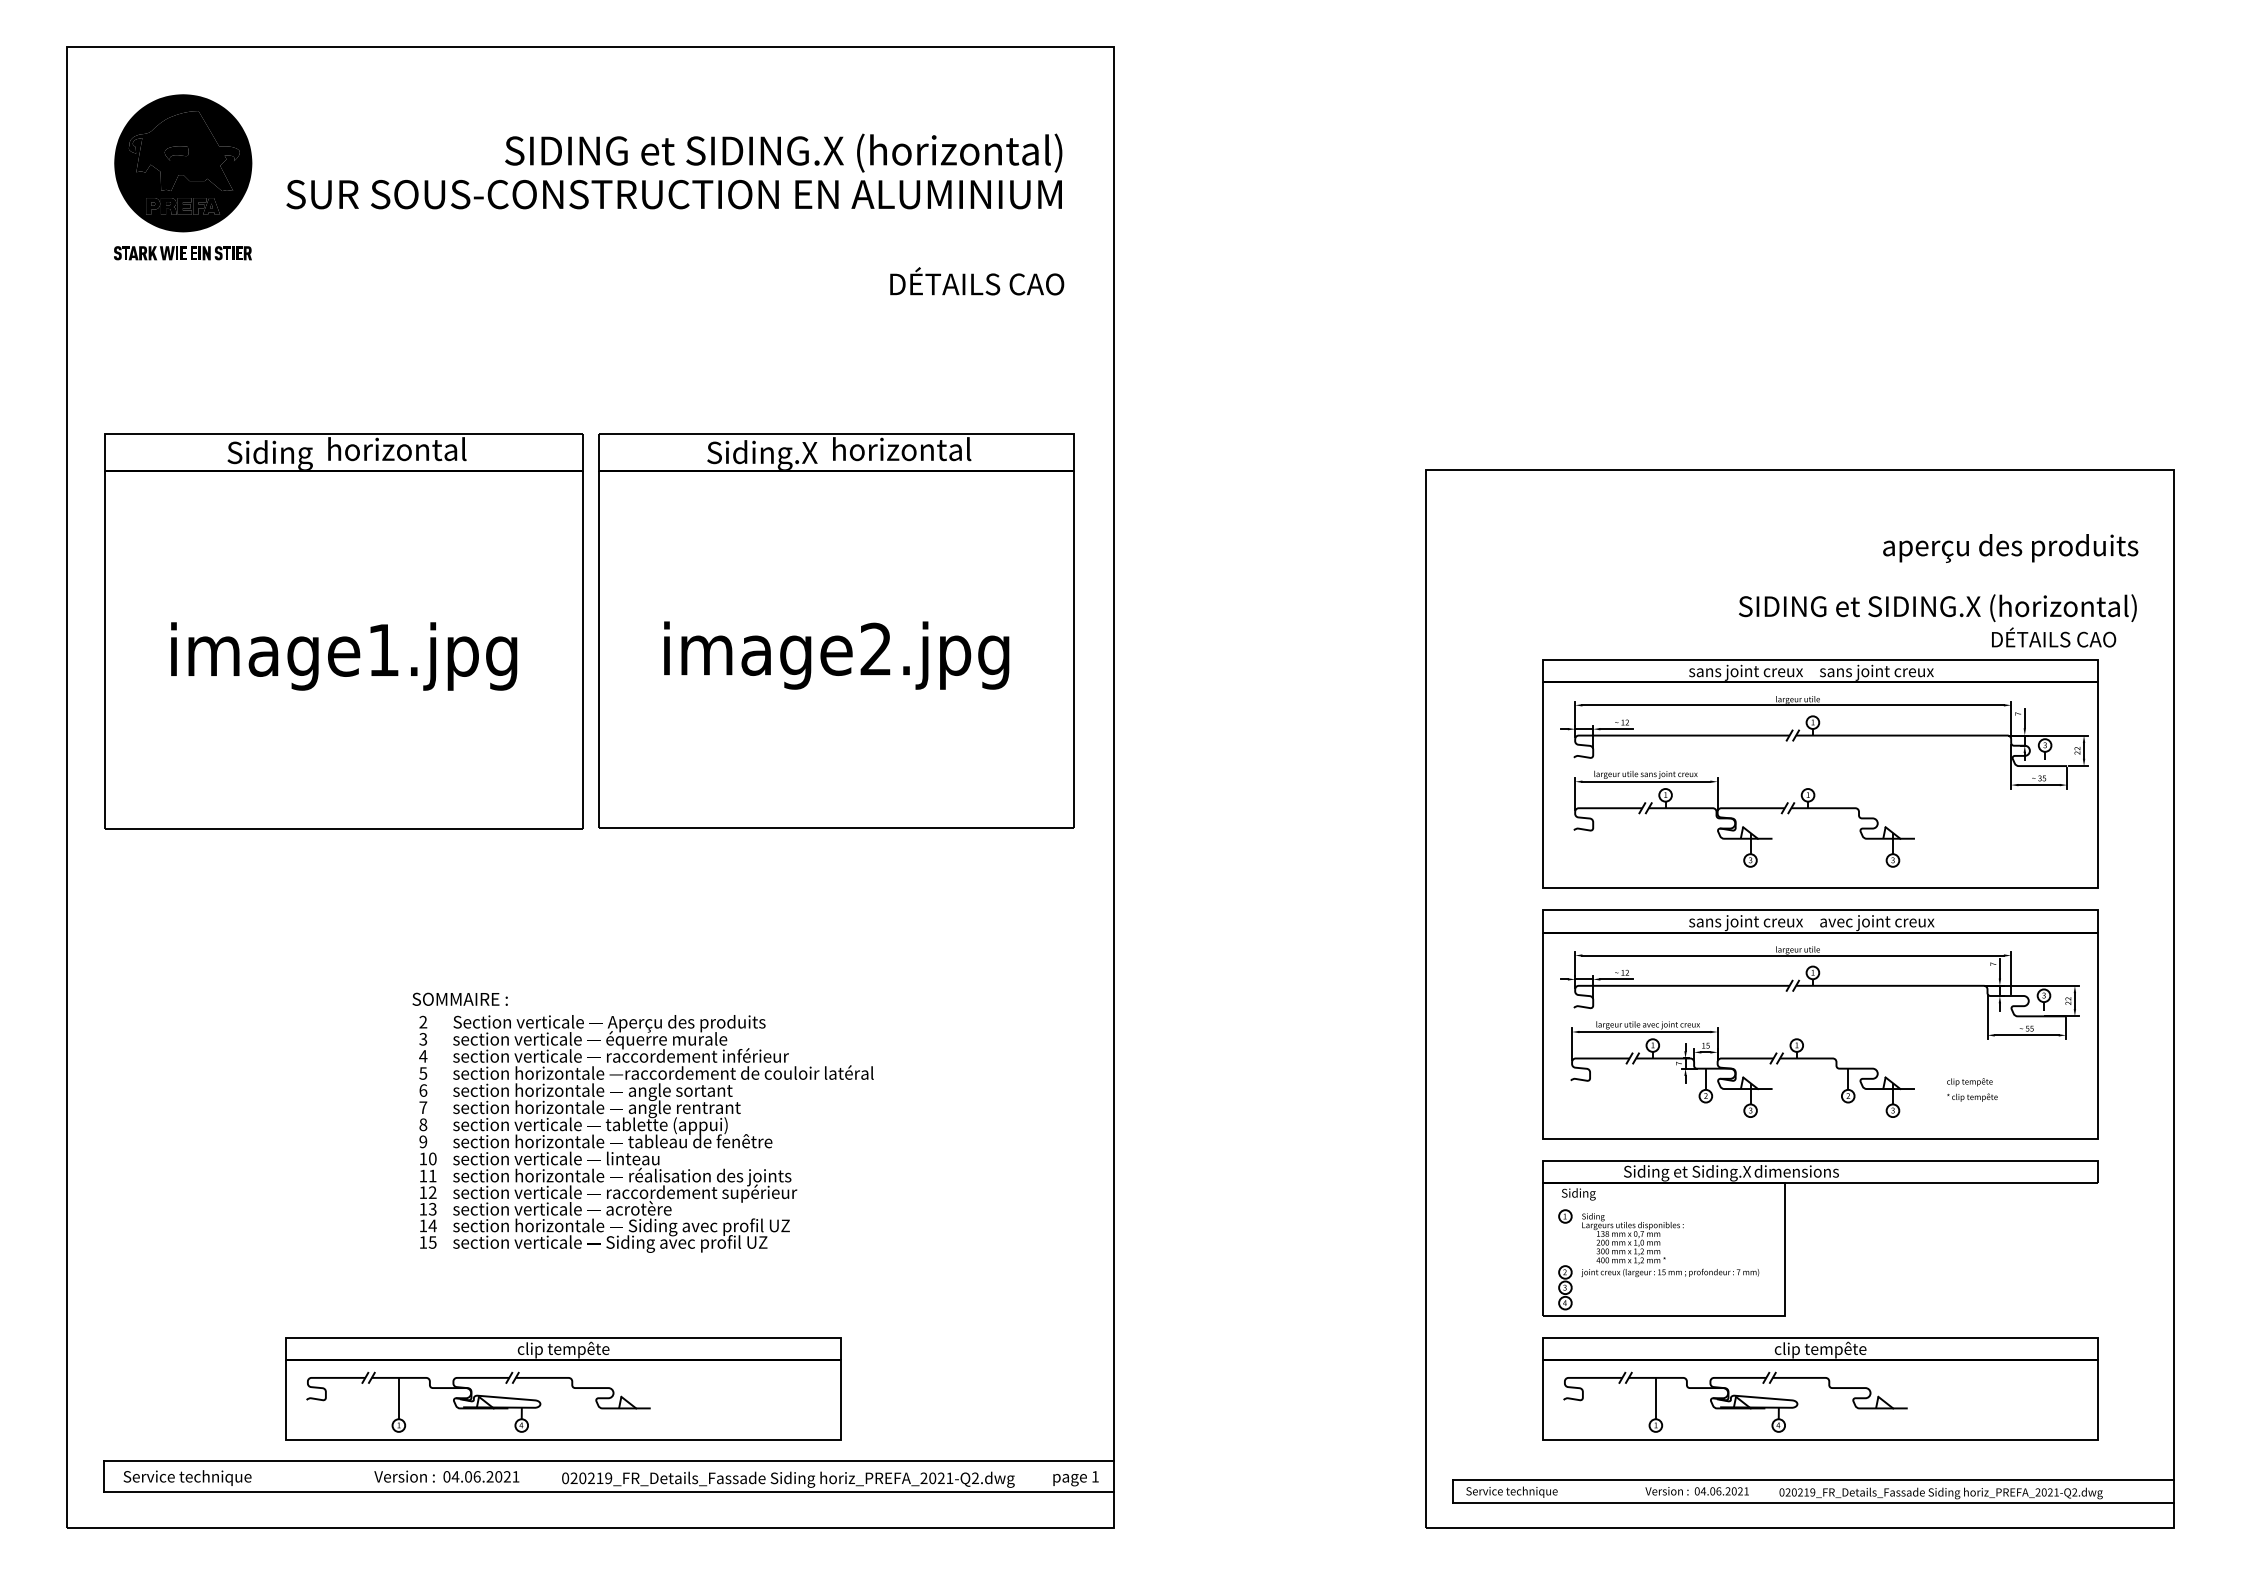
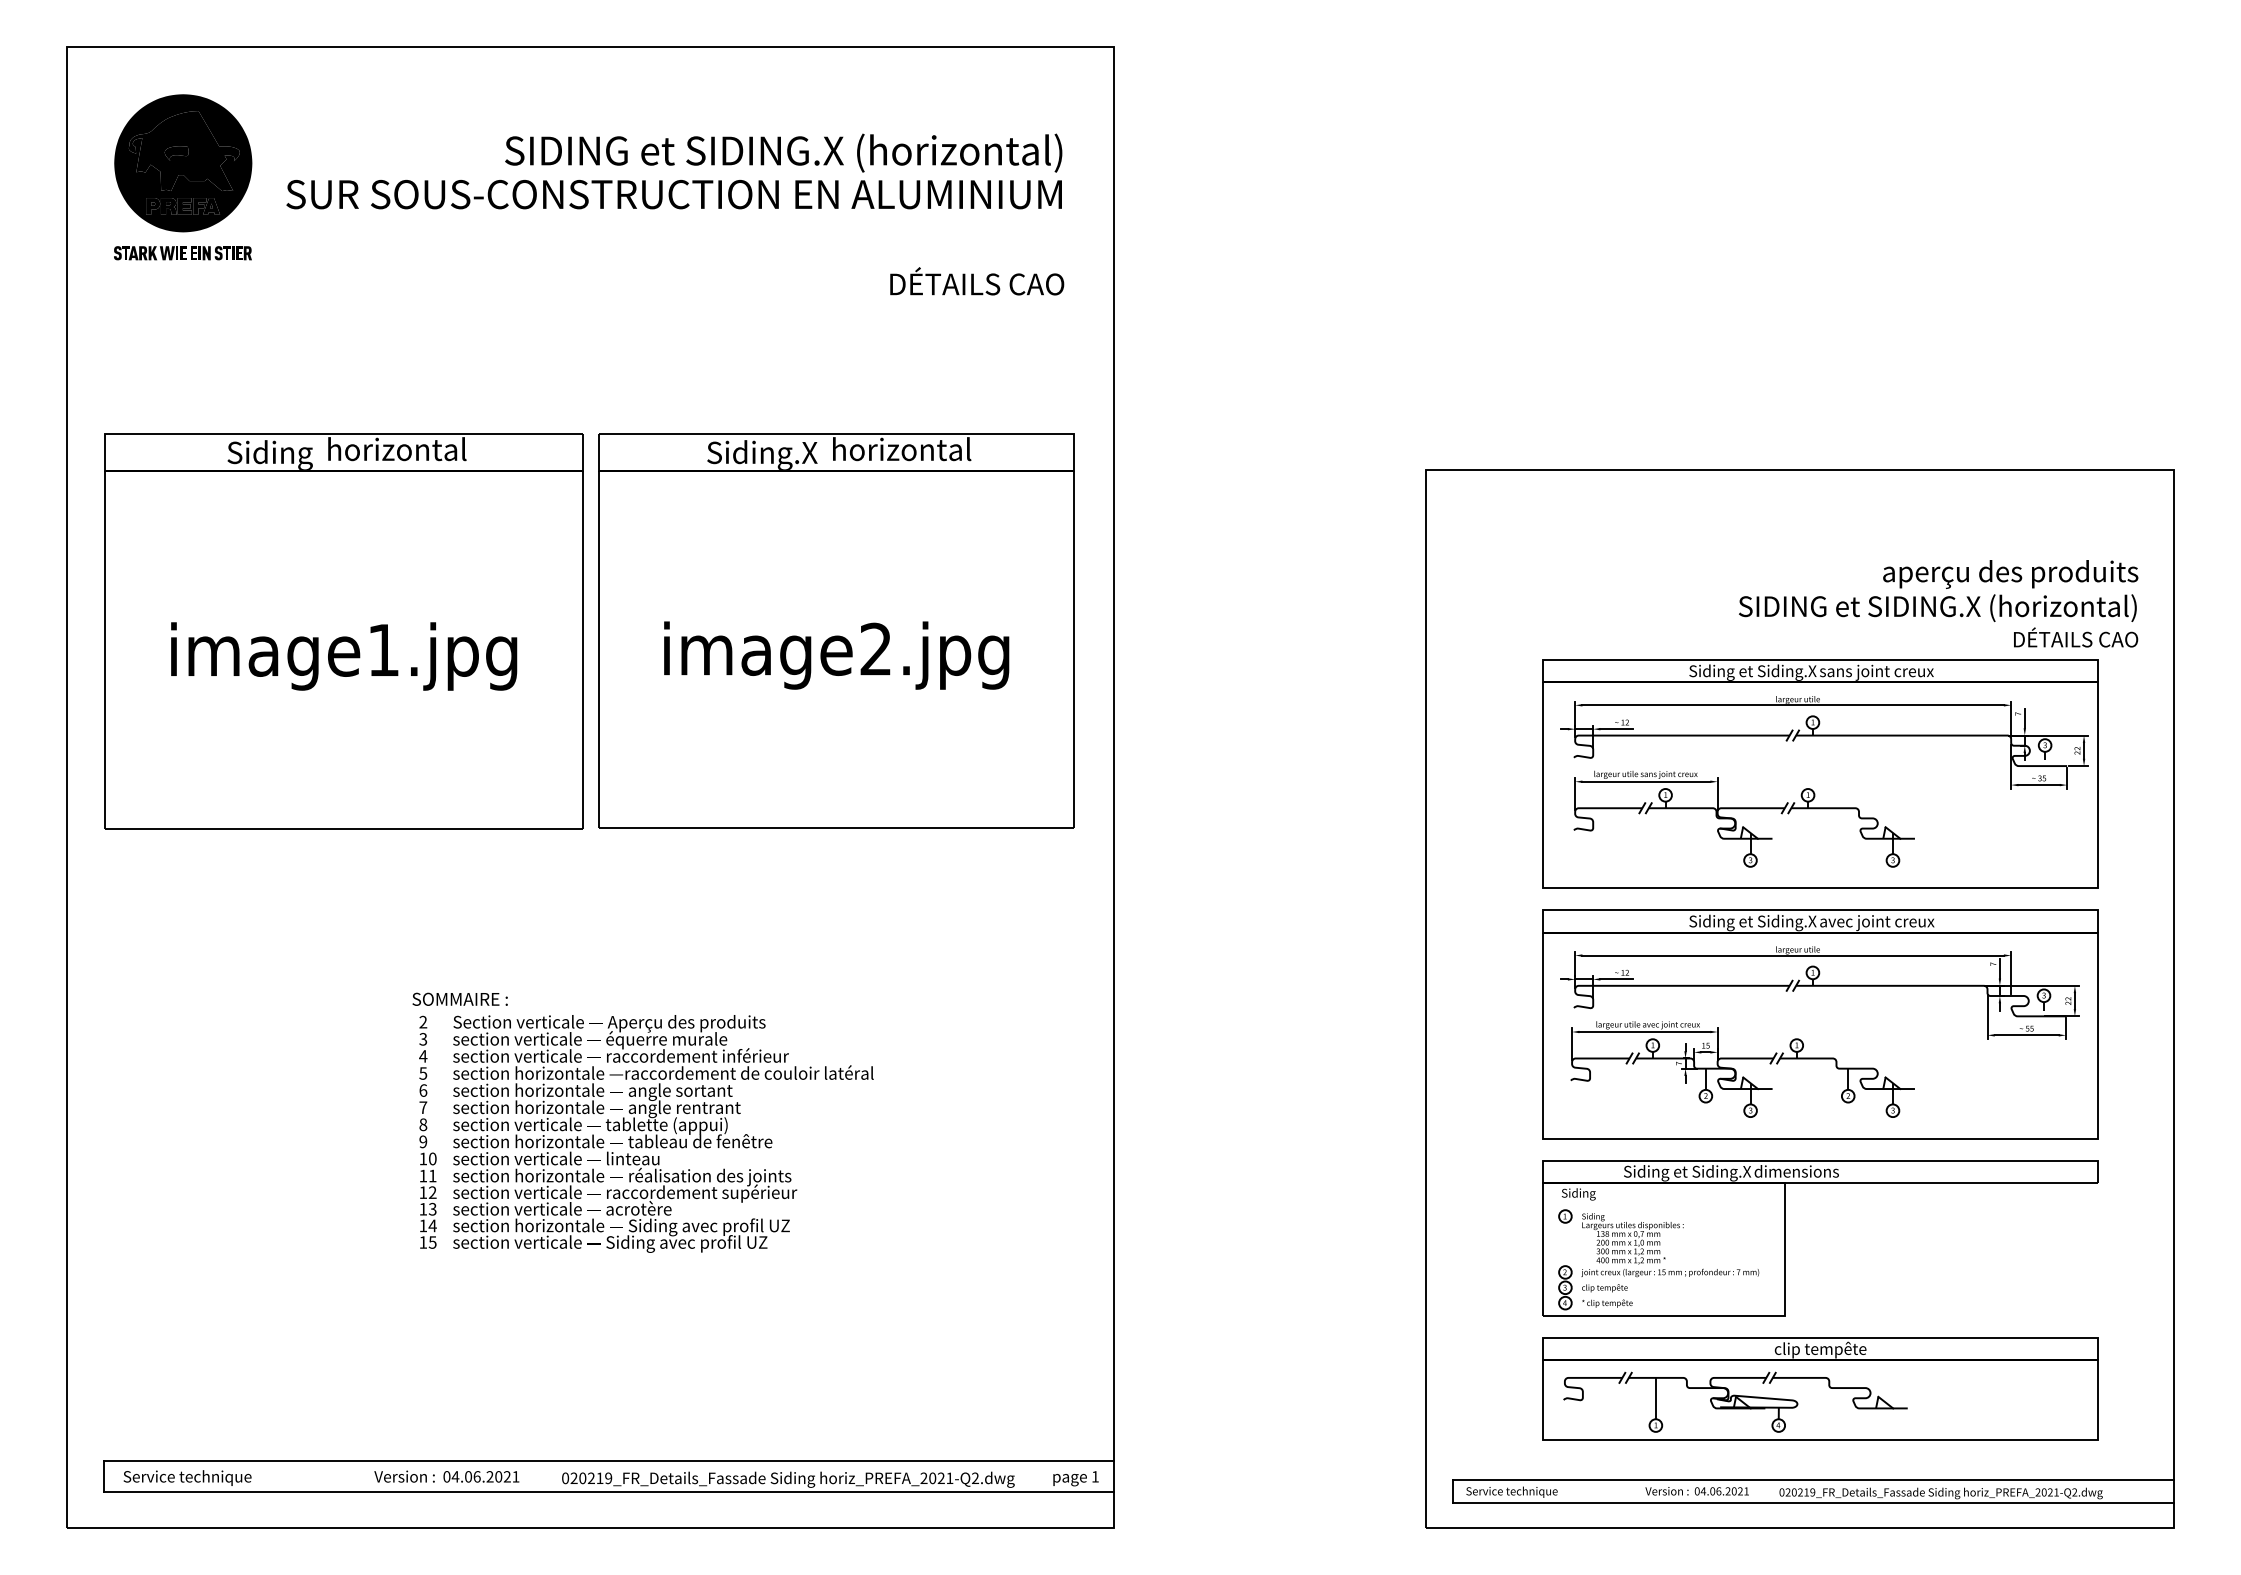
text at (2010, 548) position: (2010, 548) -> (2010, 574)
text at (2054, 637) position: (2054, 637) -> (2076, 637)
text at (1752, 672): sans joint creux -> Siding et Siding.X
text at (1752, 922): sans joint creux -> Siding et Siding.X
text at (1972, 1089) position: (1972, 1089) -> (1607, 1295)
part at (563, 1388): present -> none
